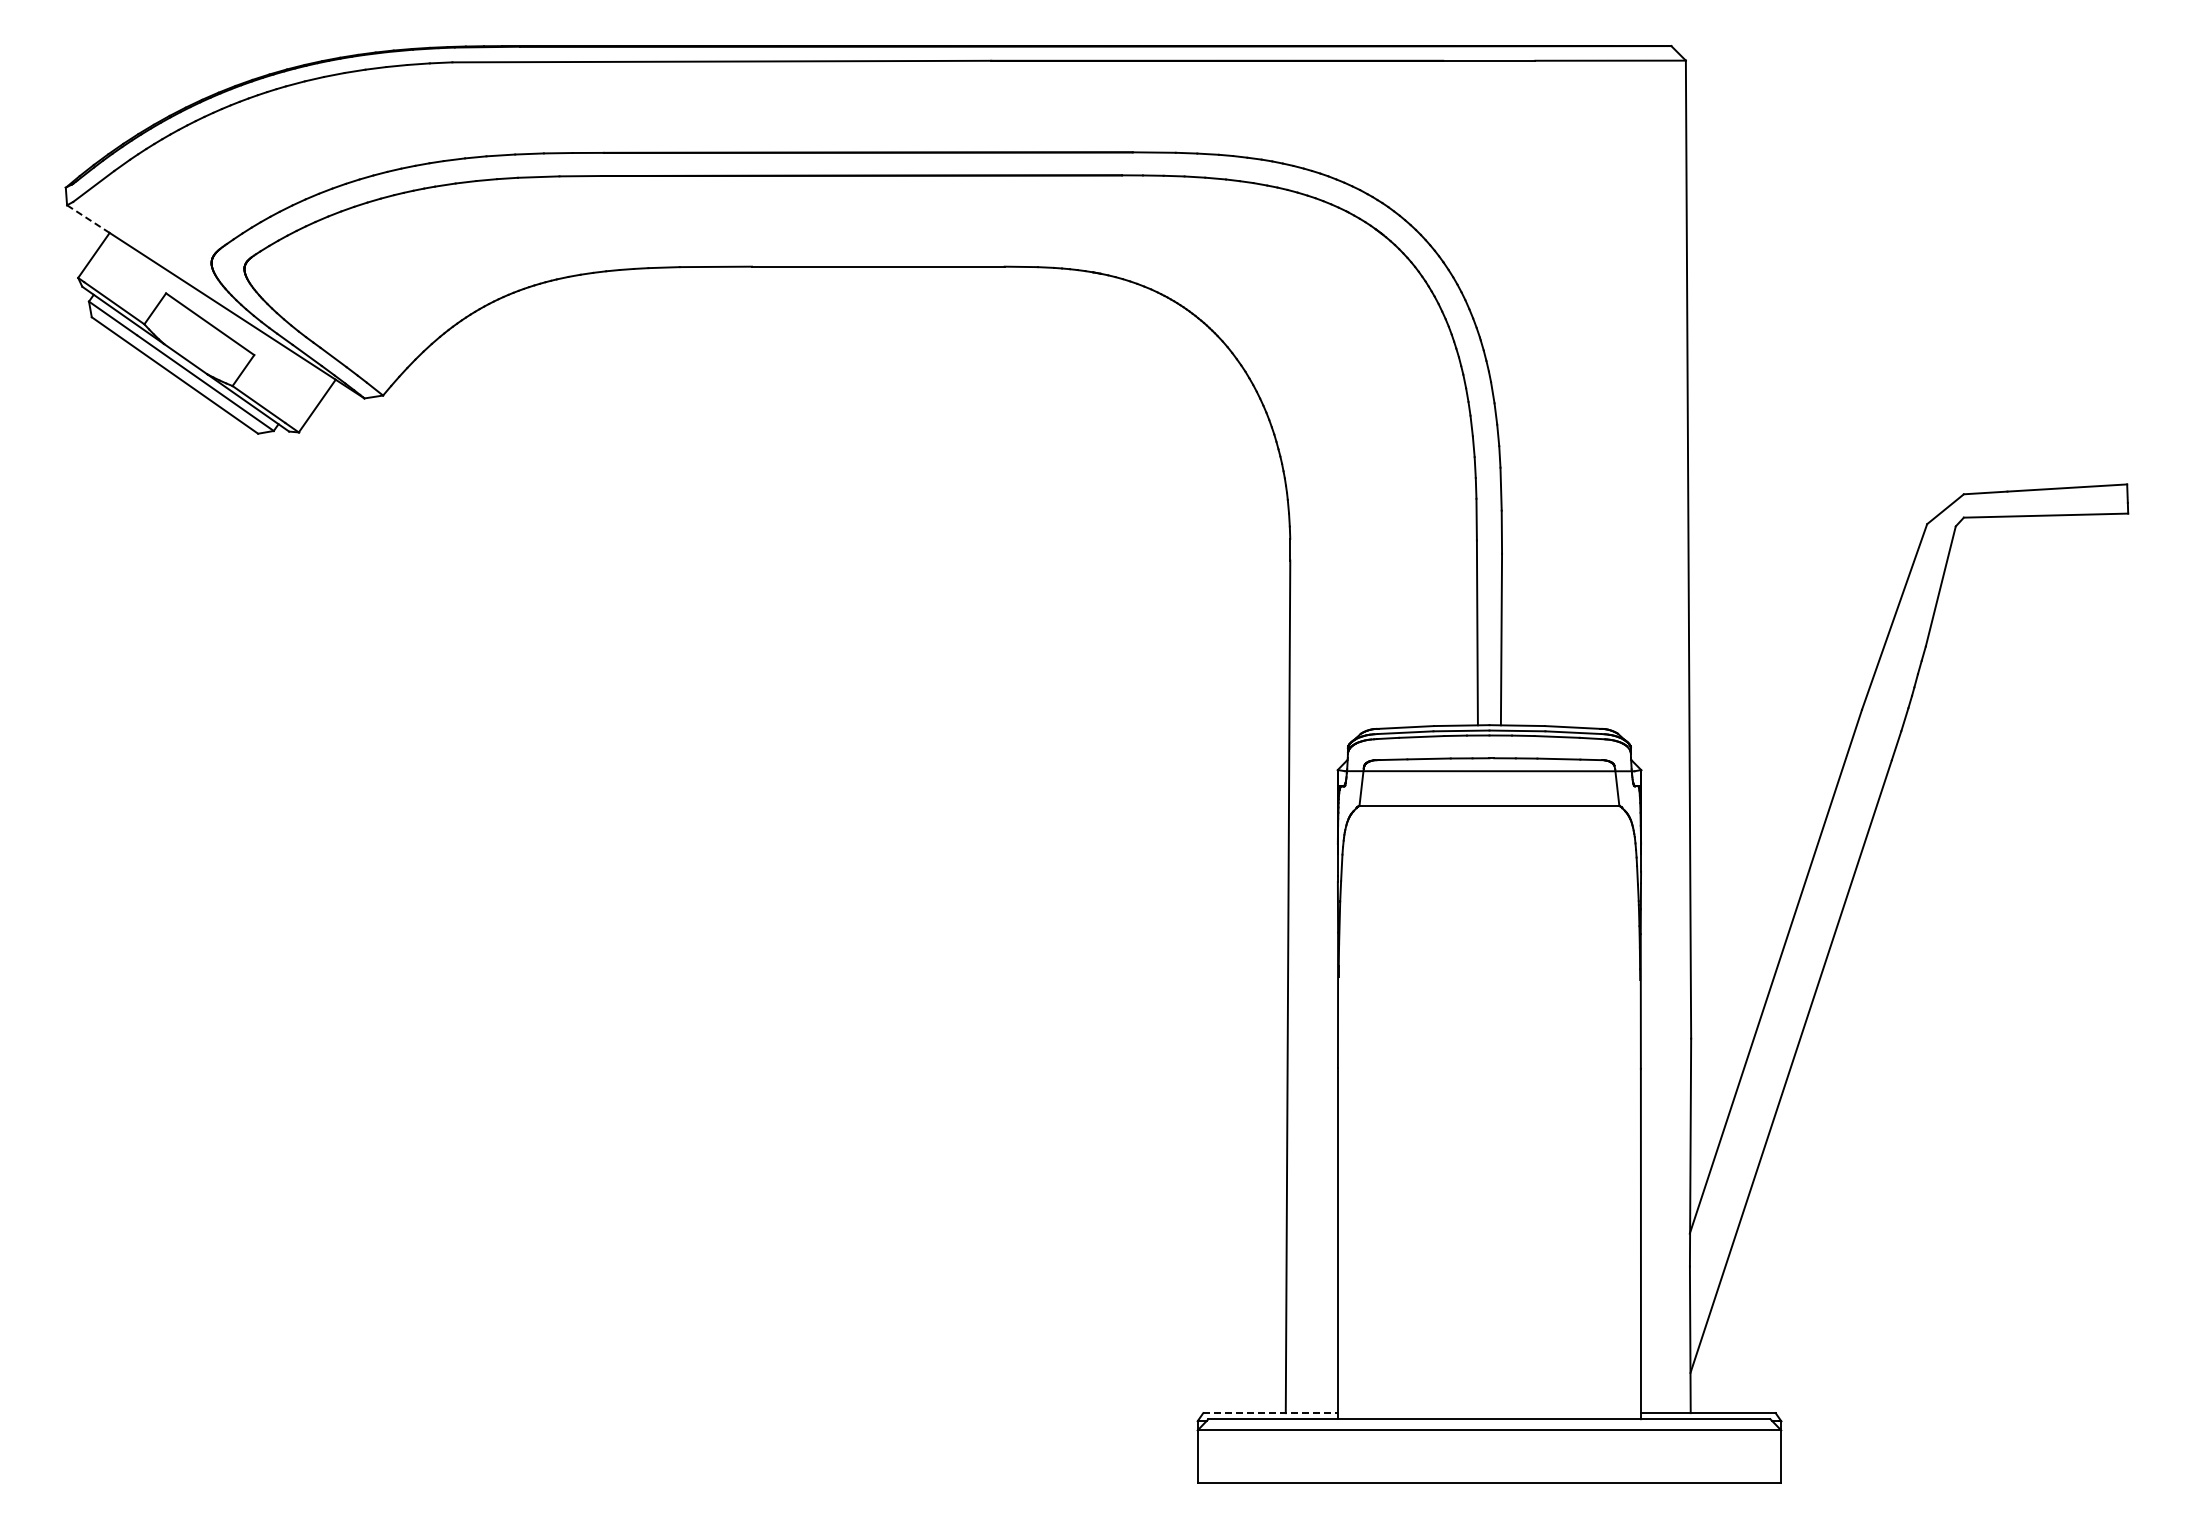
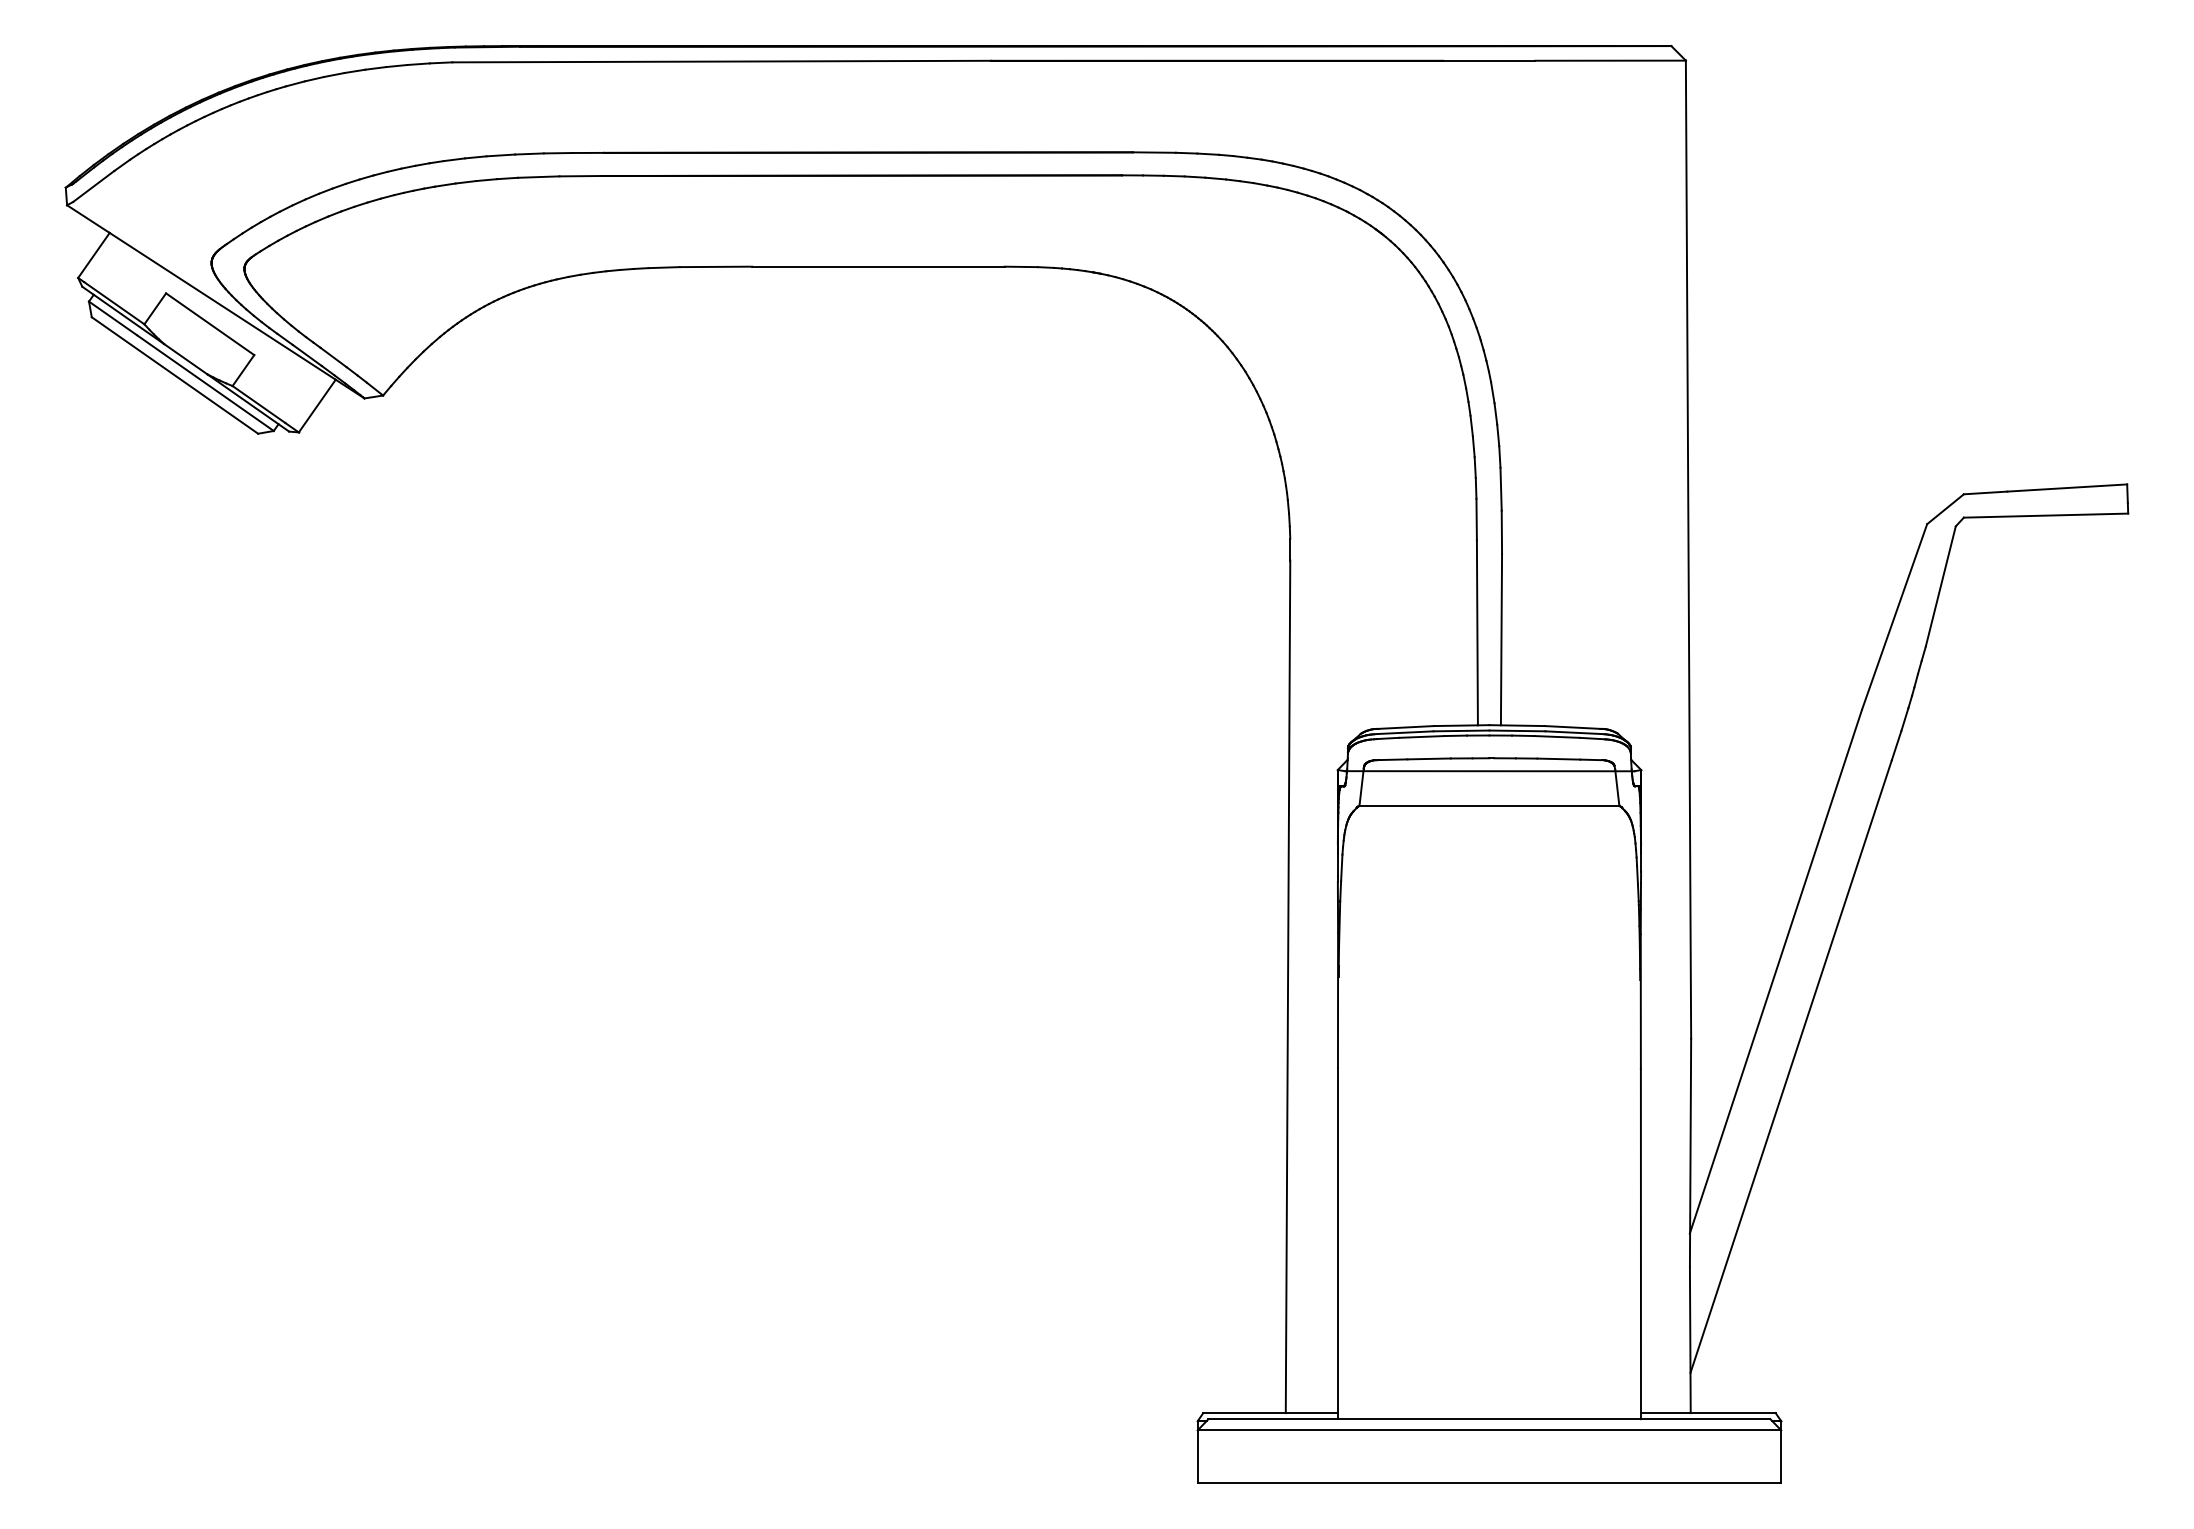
line at (88, 219): dashed -> solid
line at (1271, 1413): dashed -> solid
